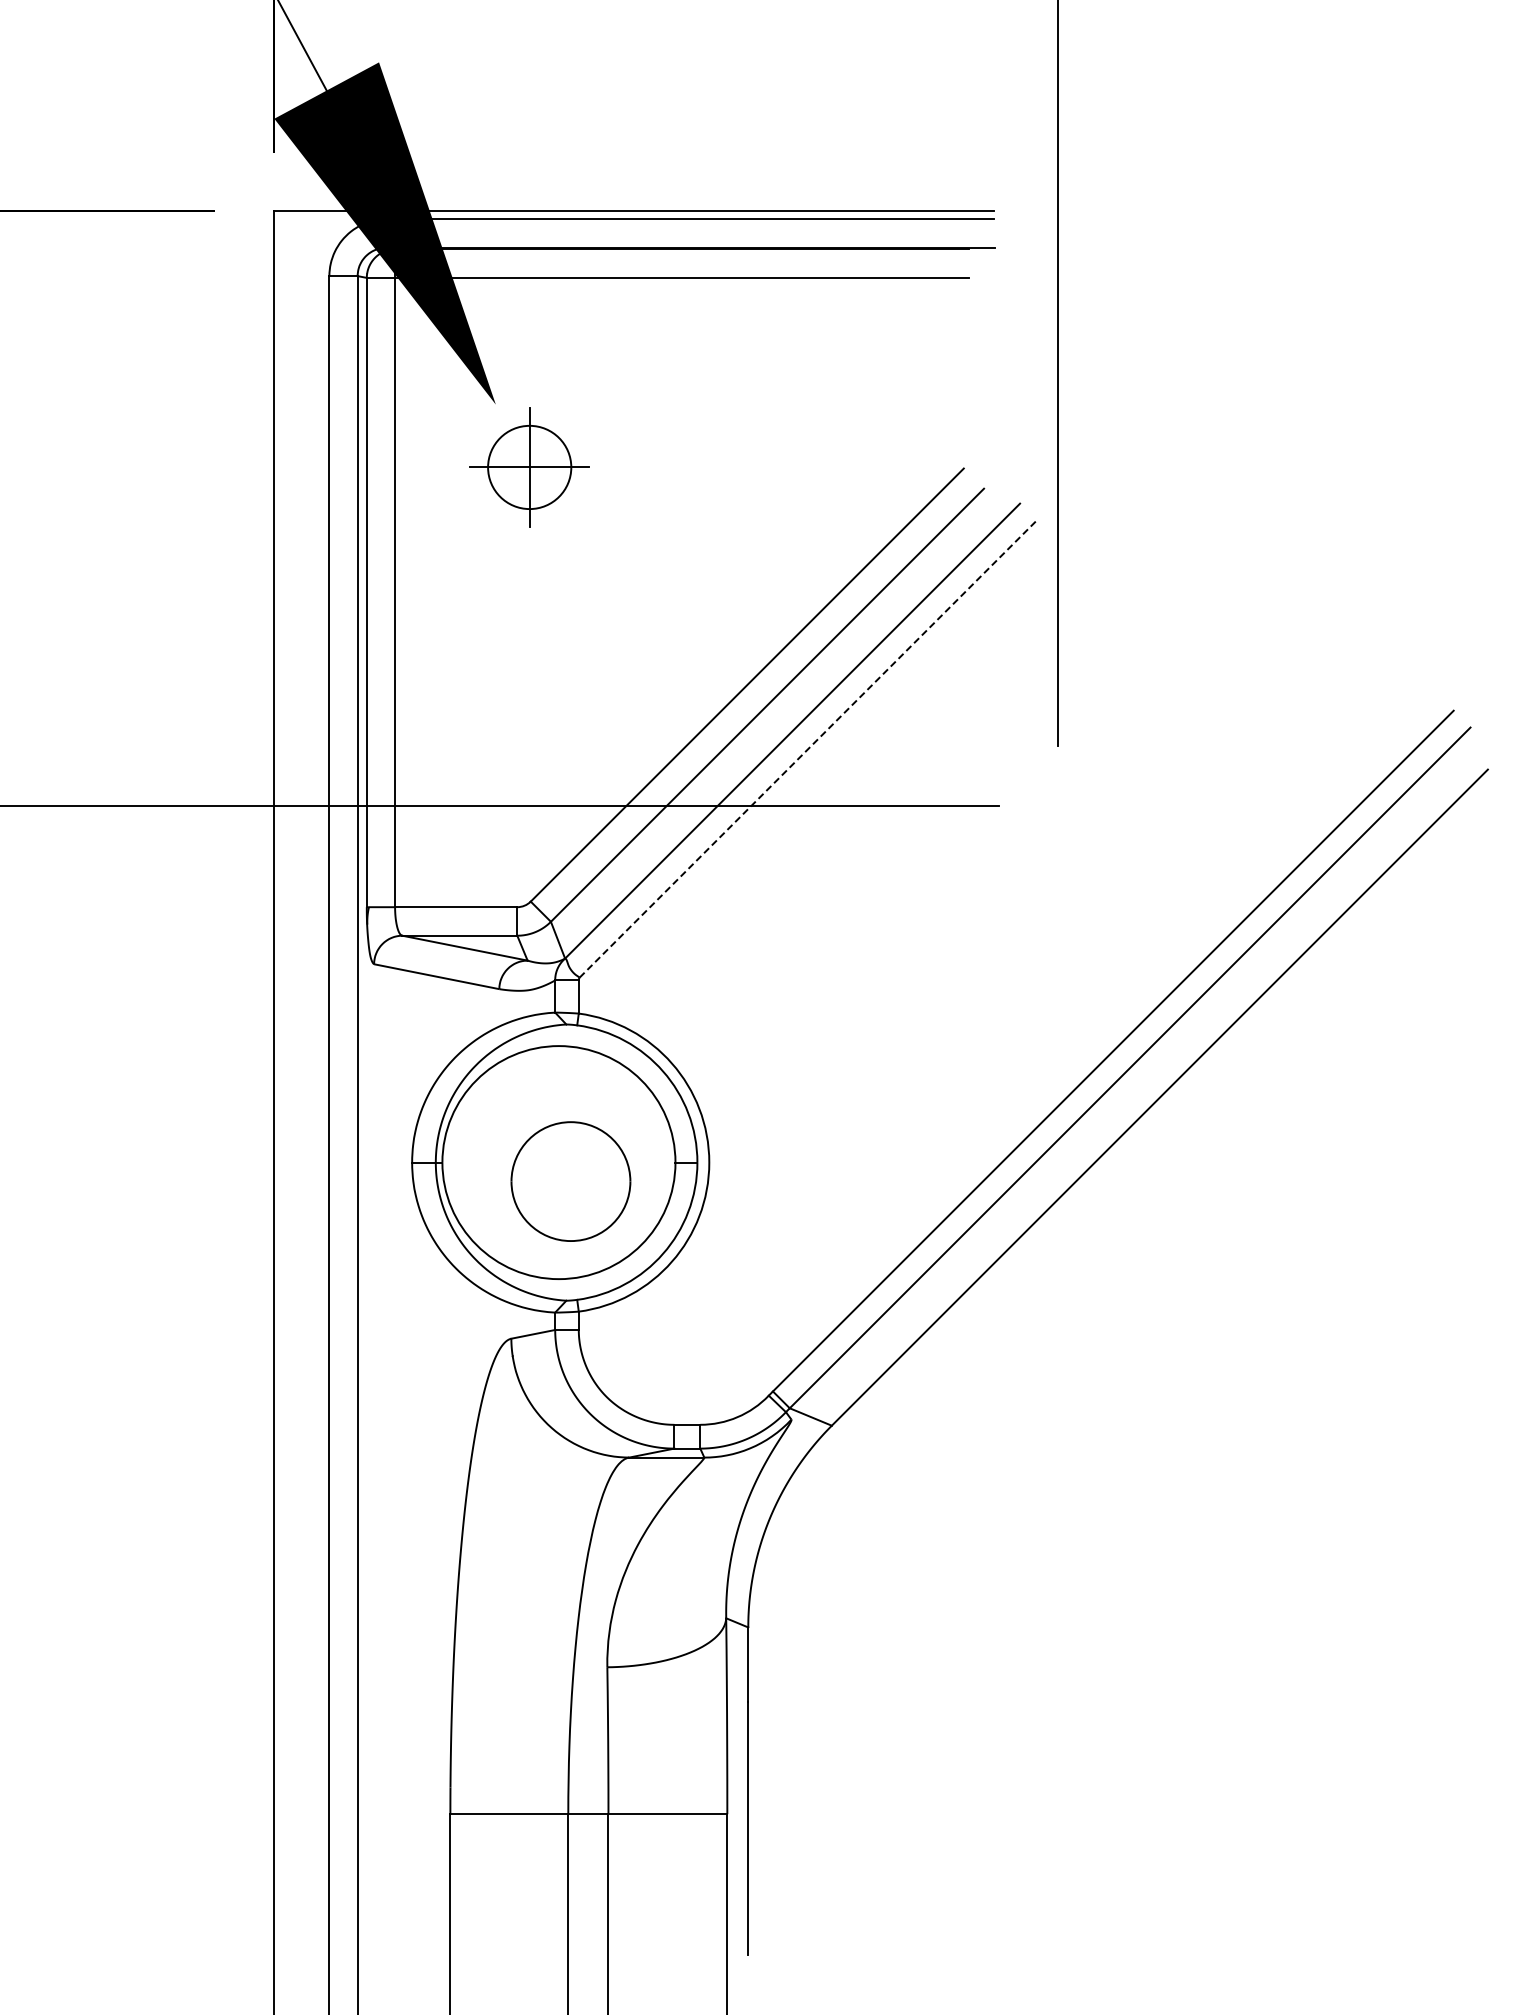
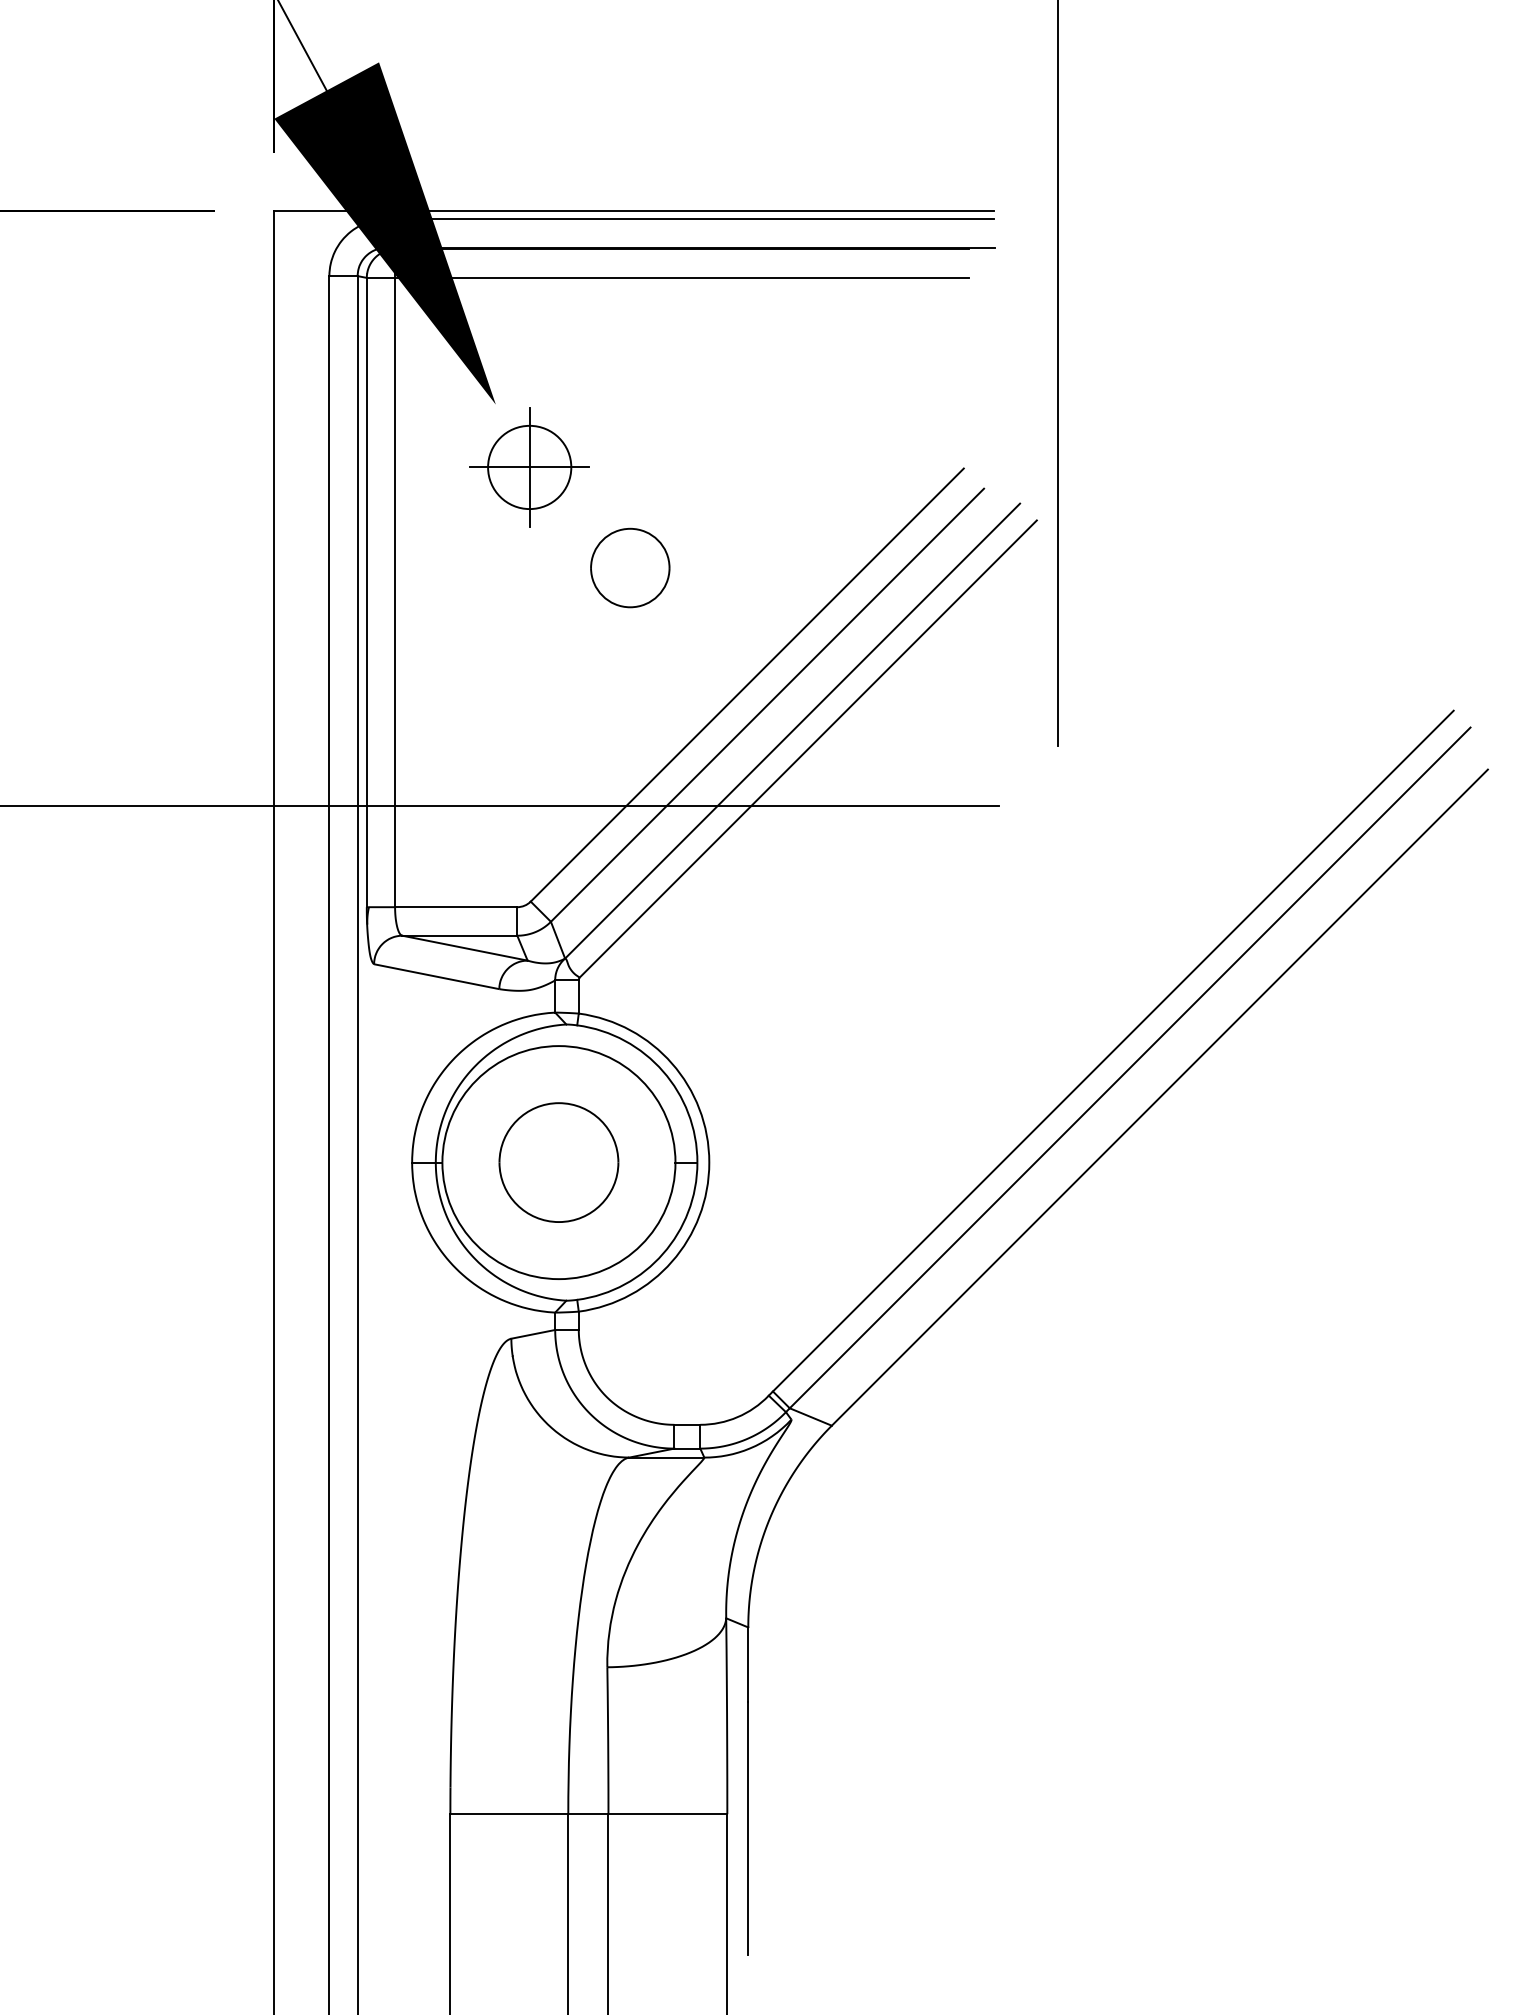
part at (630, 567): none -> present
line at (808, 748): dashed -> solid
part at (570, 1181) position: (570, 1181) -> (558, 1162)
